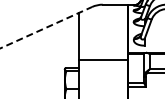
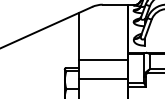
line at (46, 27): dashed -> solid
line at (103, 79): none -> present
